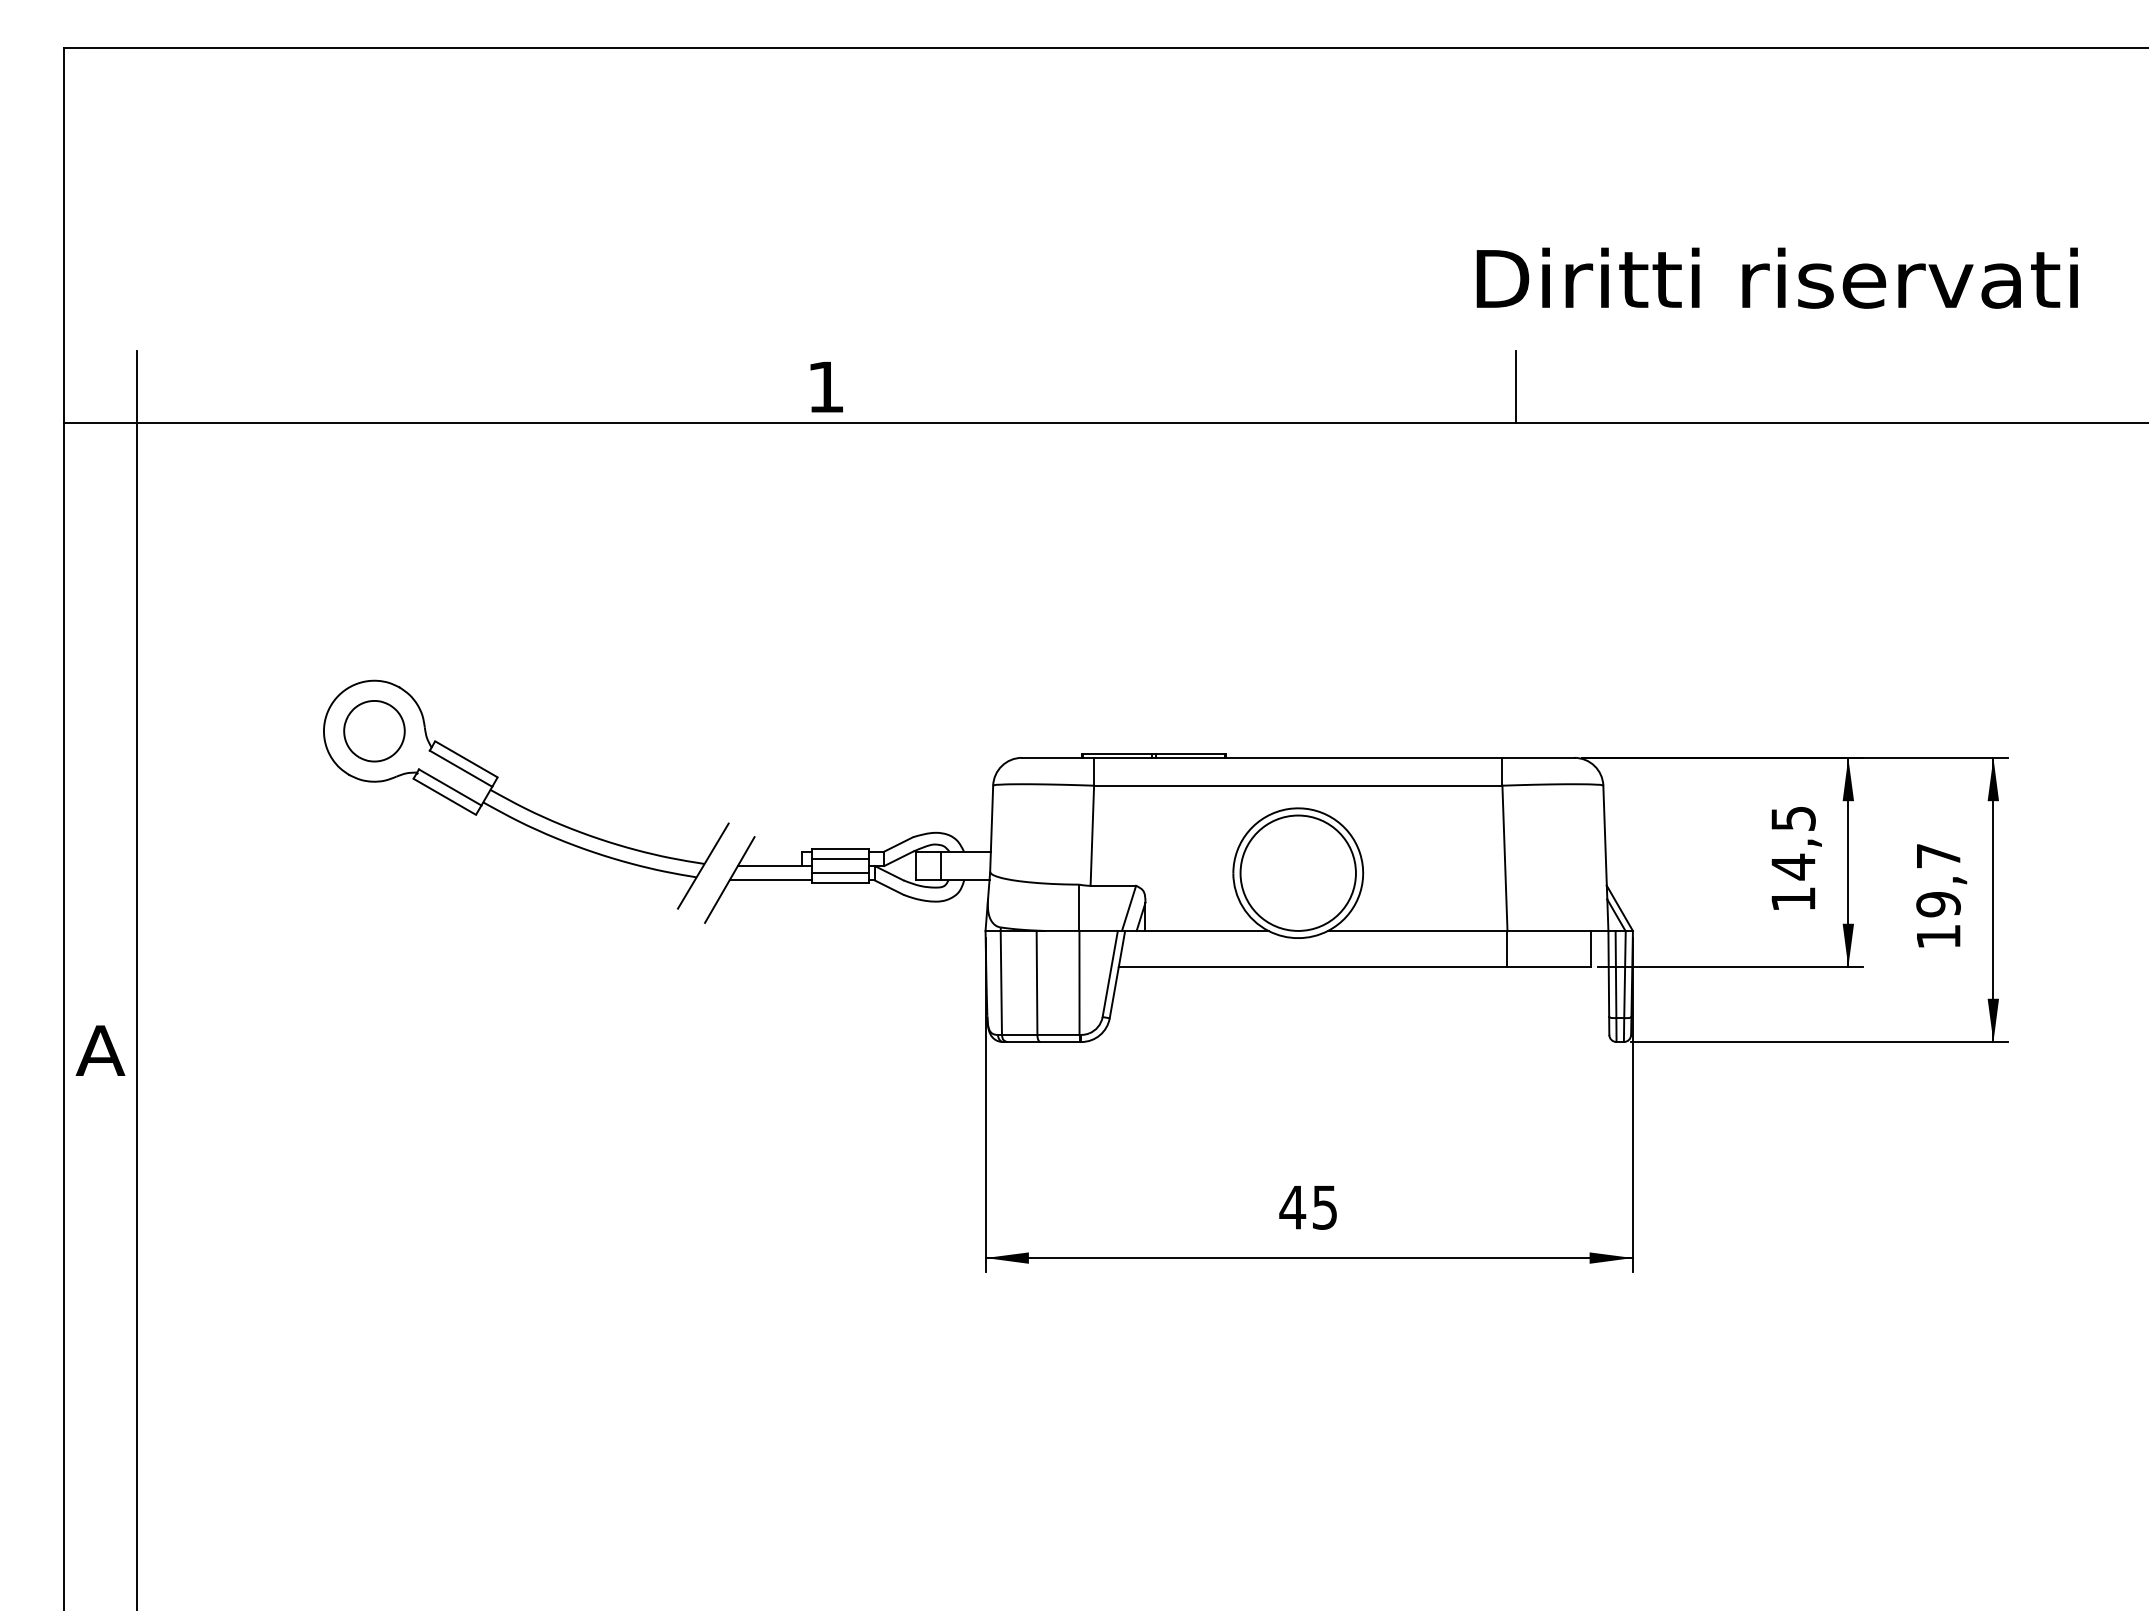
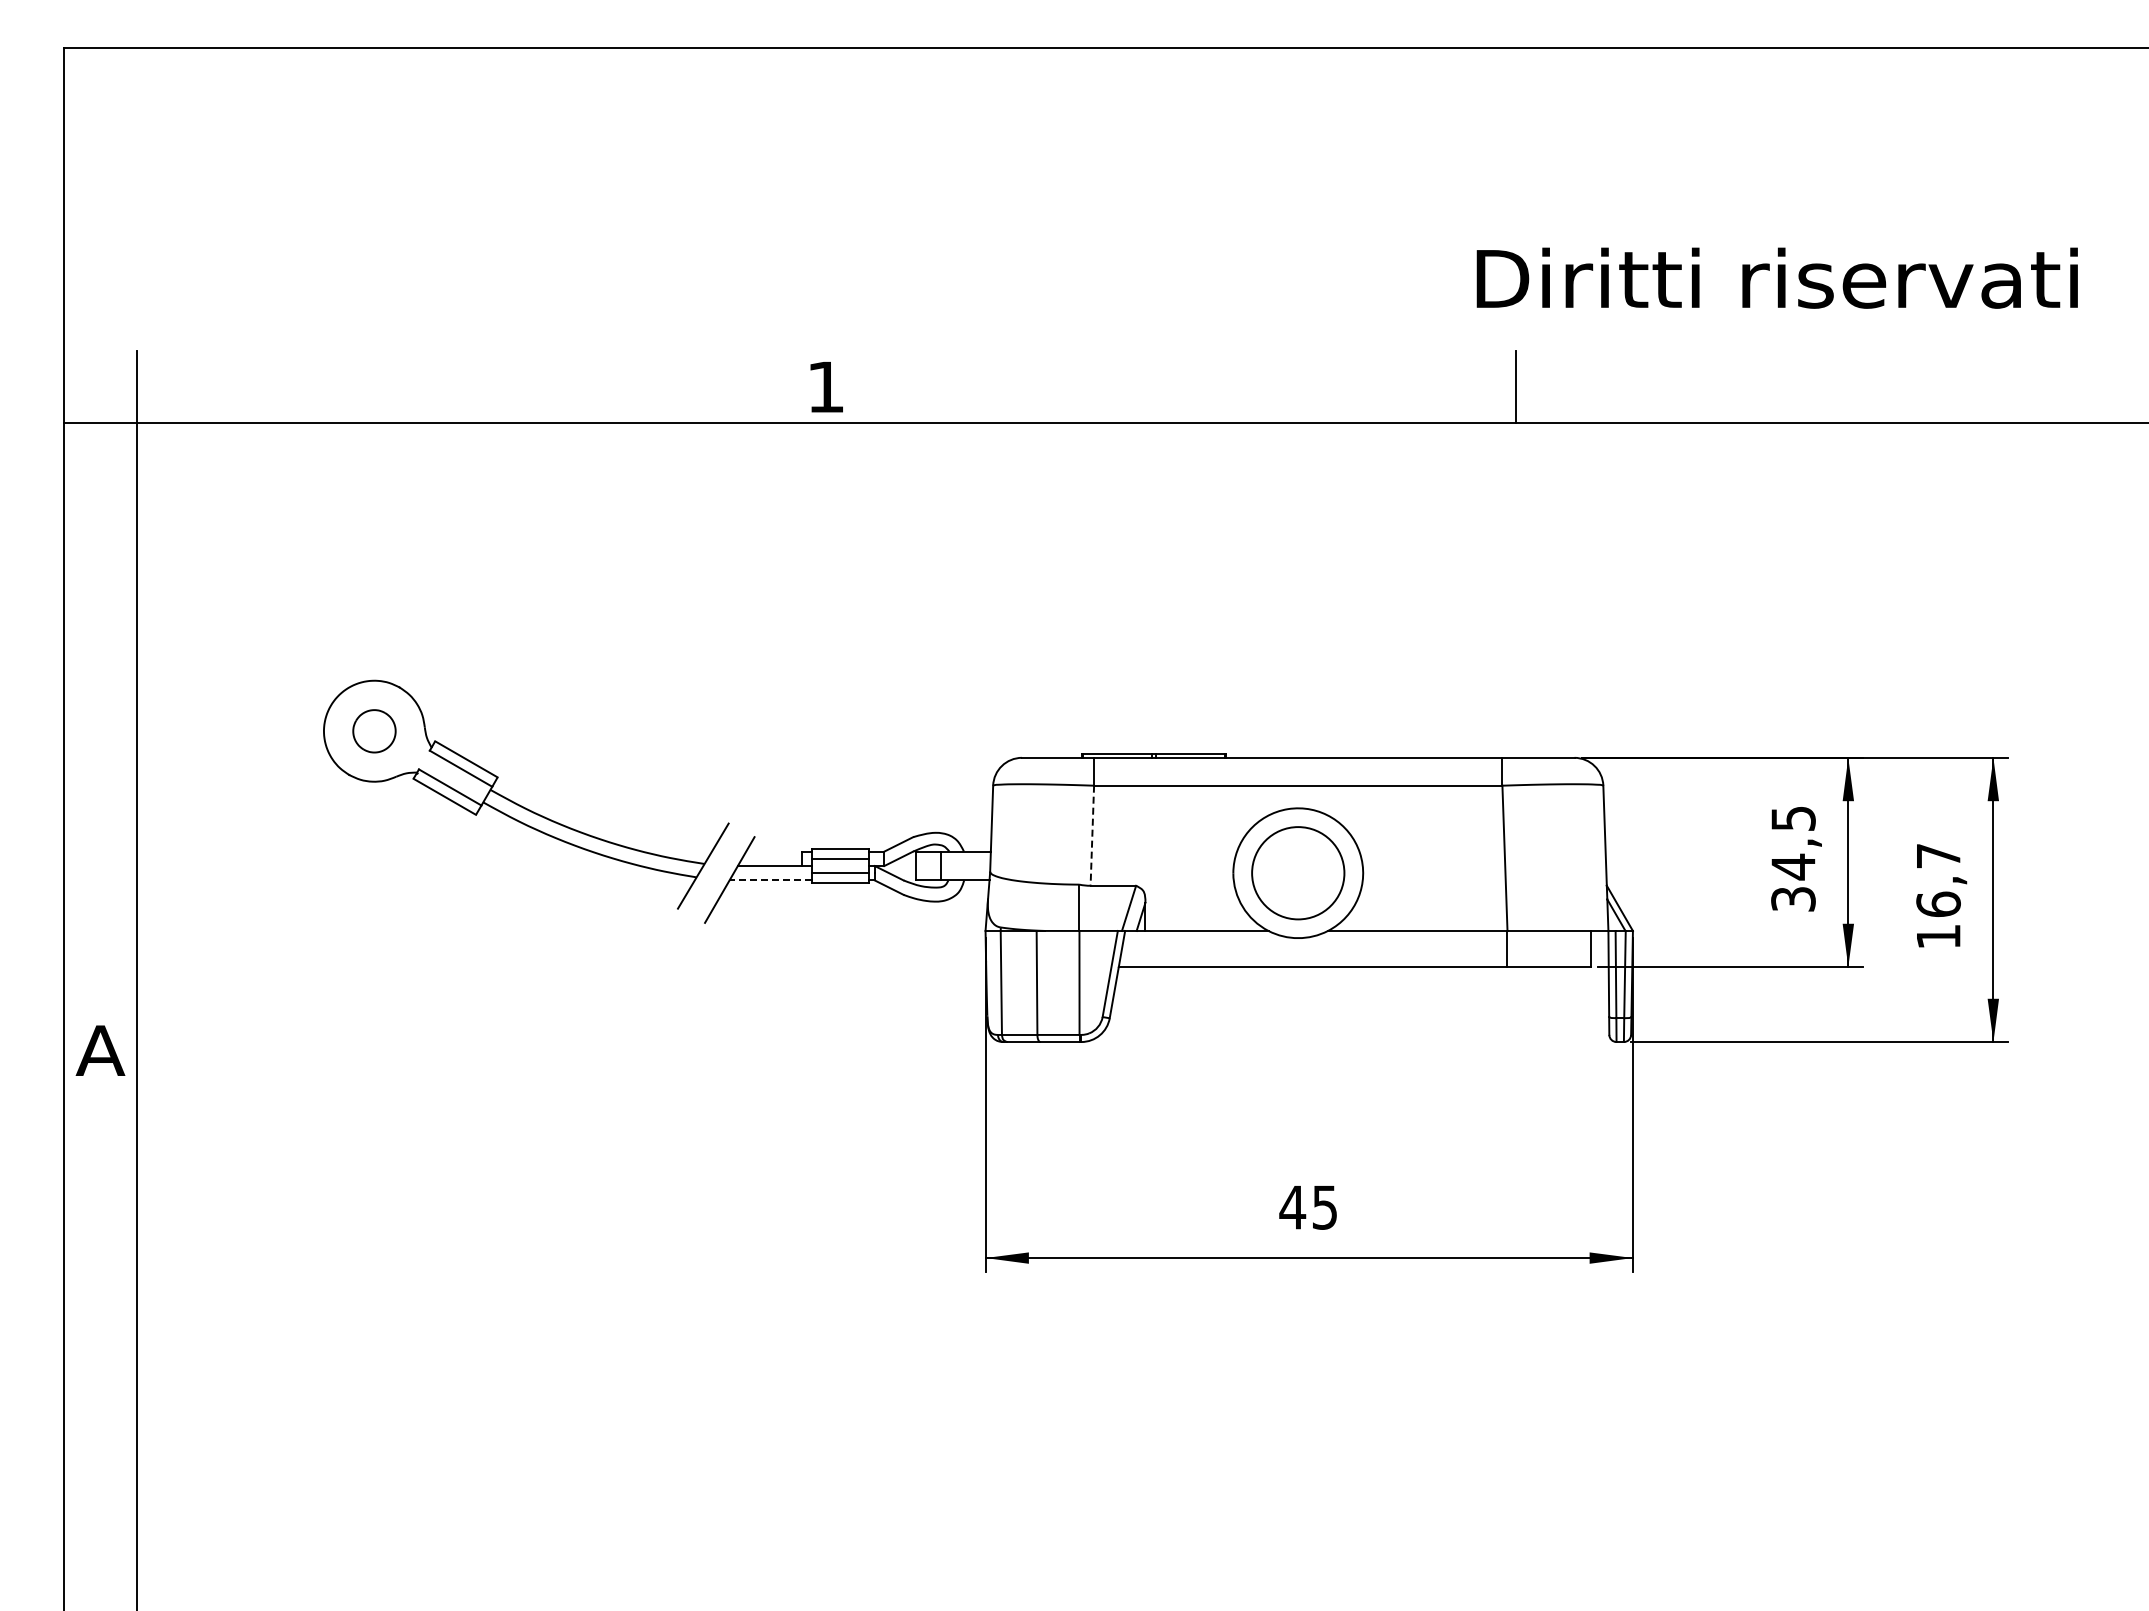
part at (374, 731) size: 63x63 px -> 45x45 px
line at (1092, 836): solid -> dashed
circle at (1297, 872) diameter: 115 px -> 92 px
line at (770, 880): solid -> dashed
text at (1793, 899): 14,5 -> 34,5
text at (1938, 904): 19,7 -> 16,7
